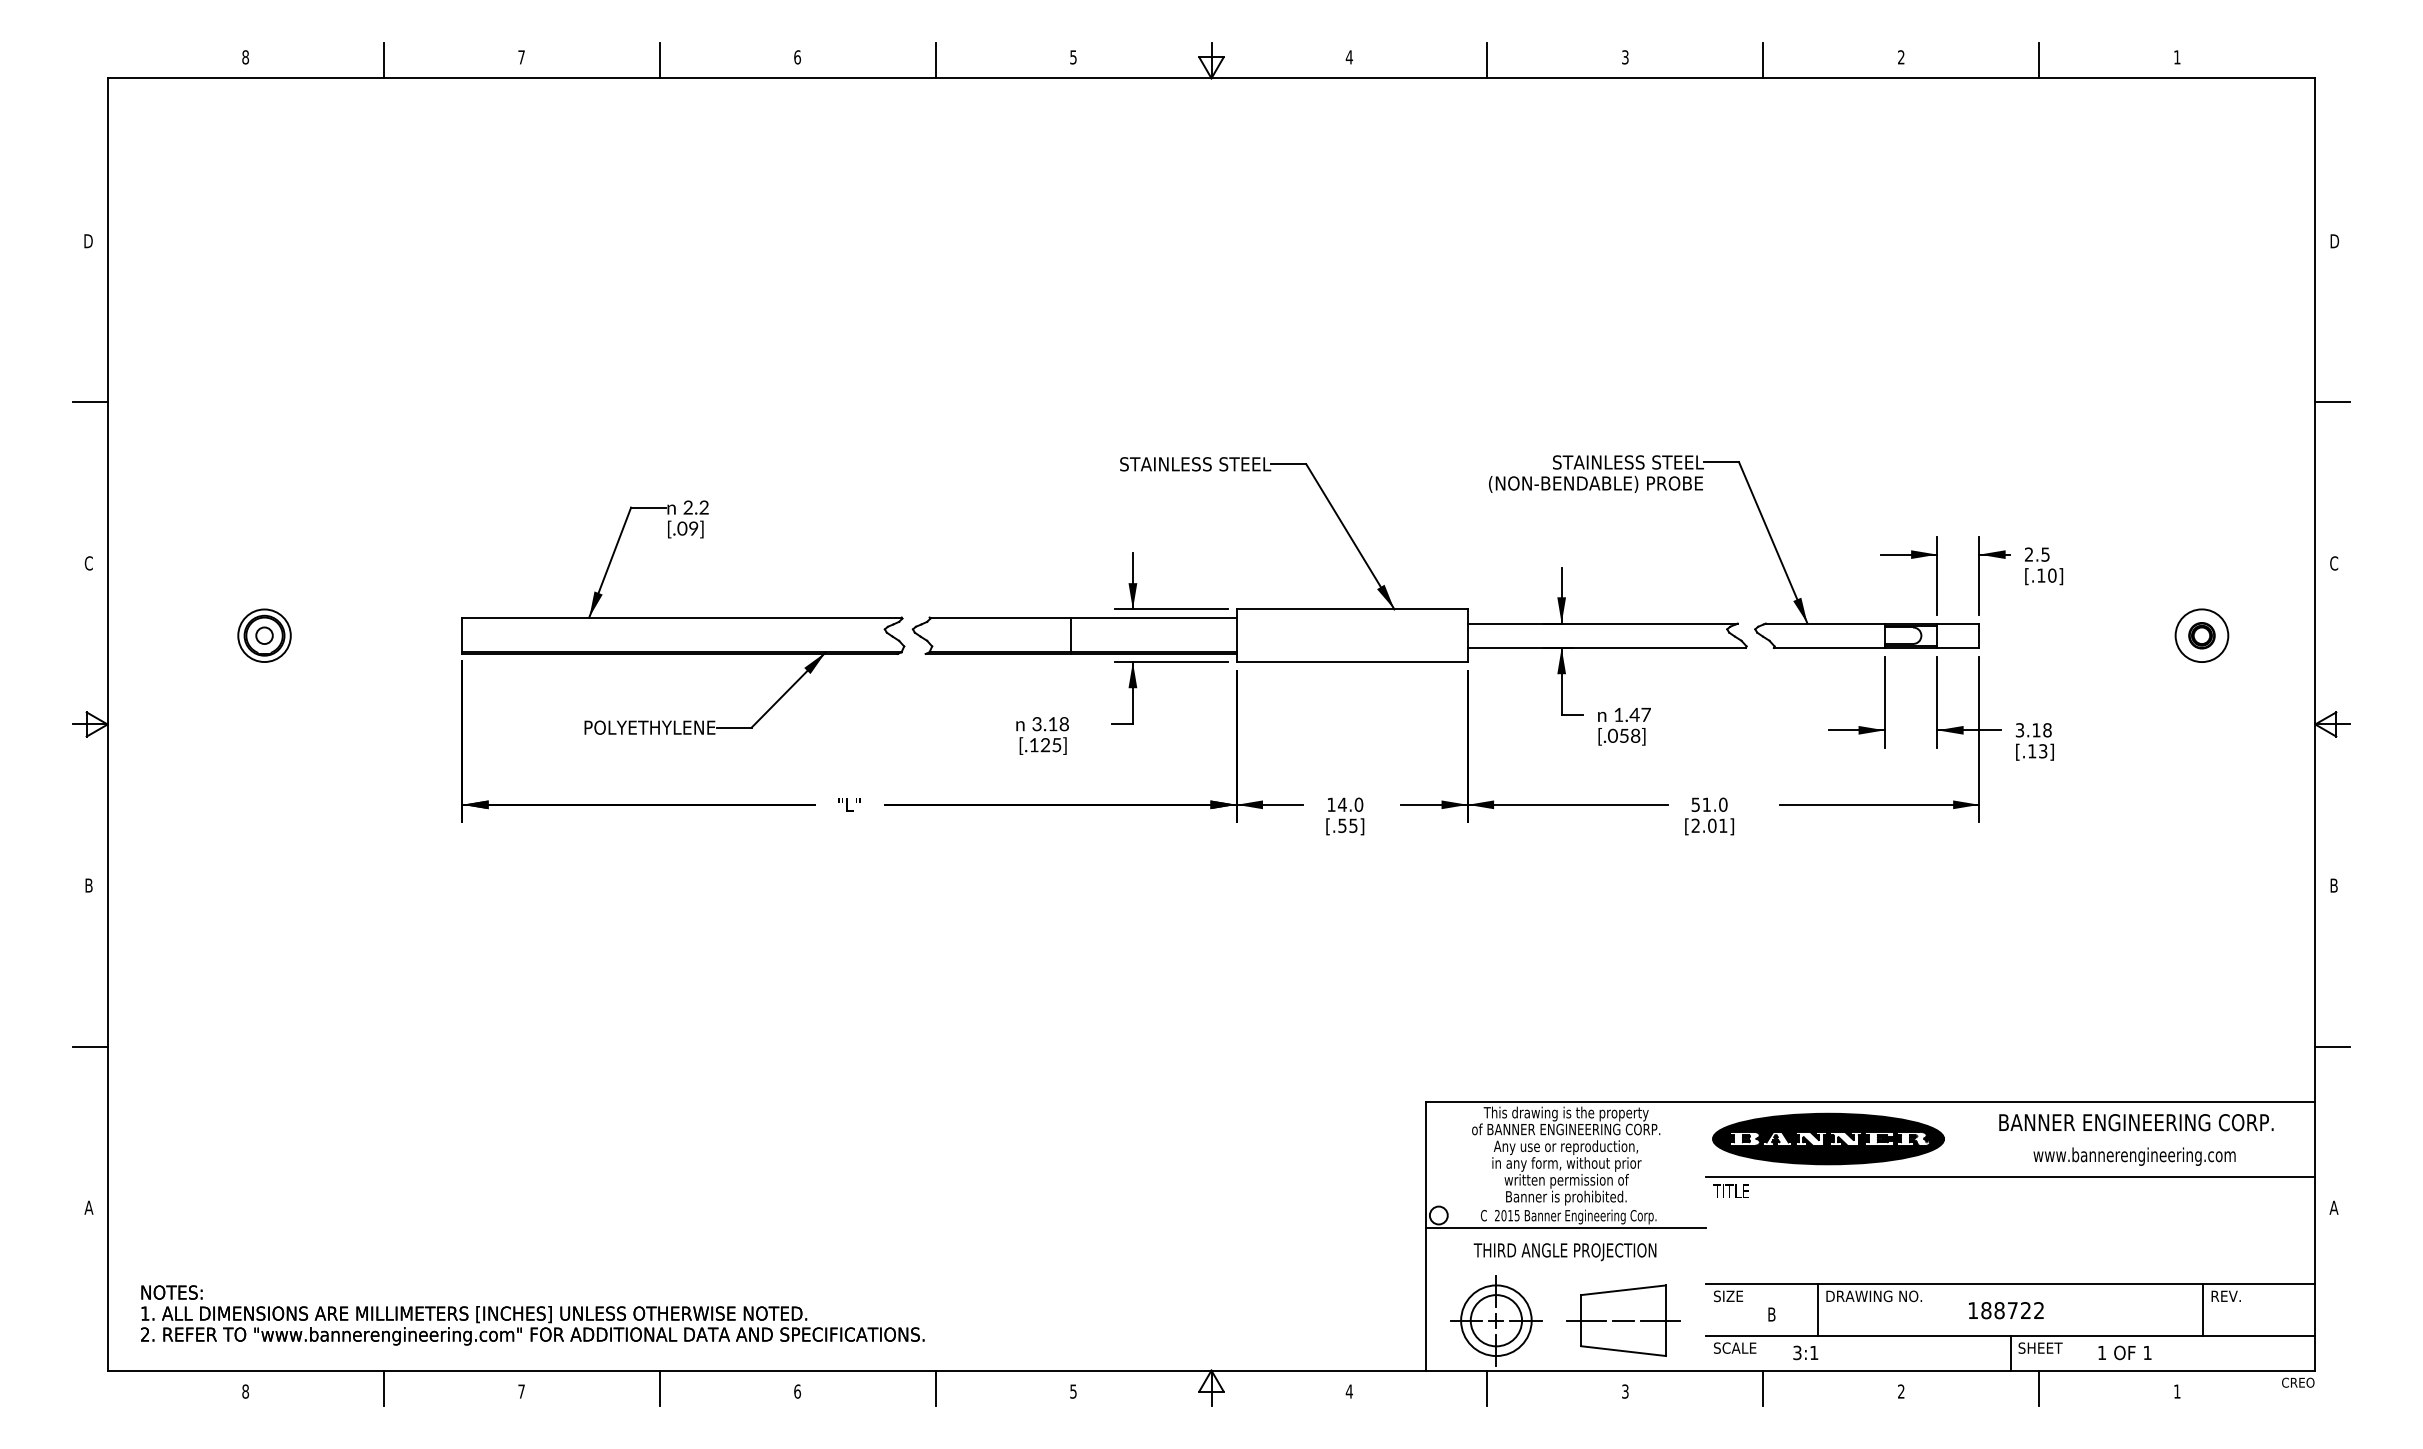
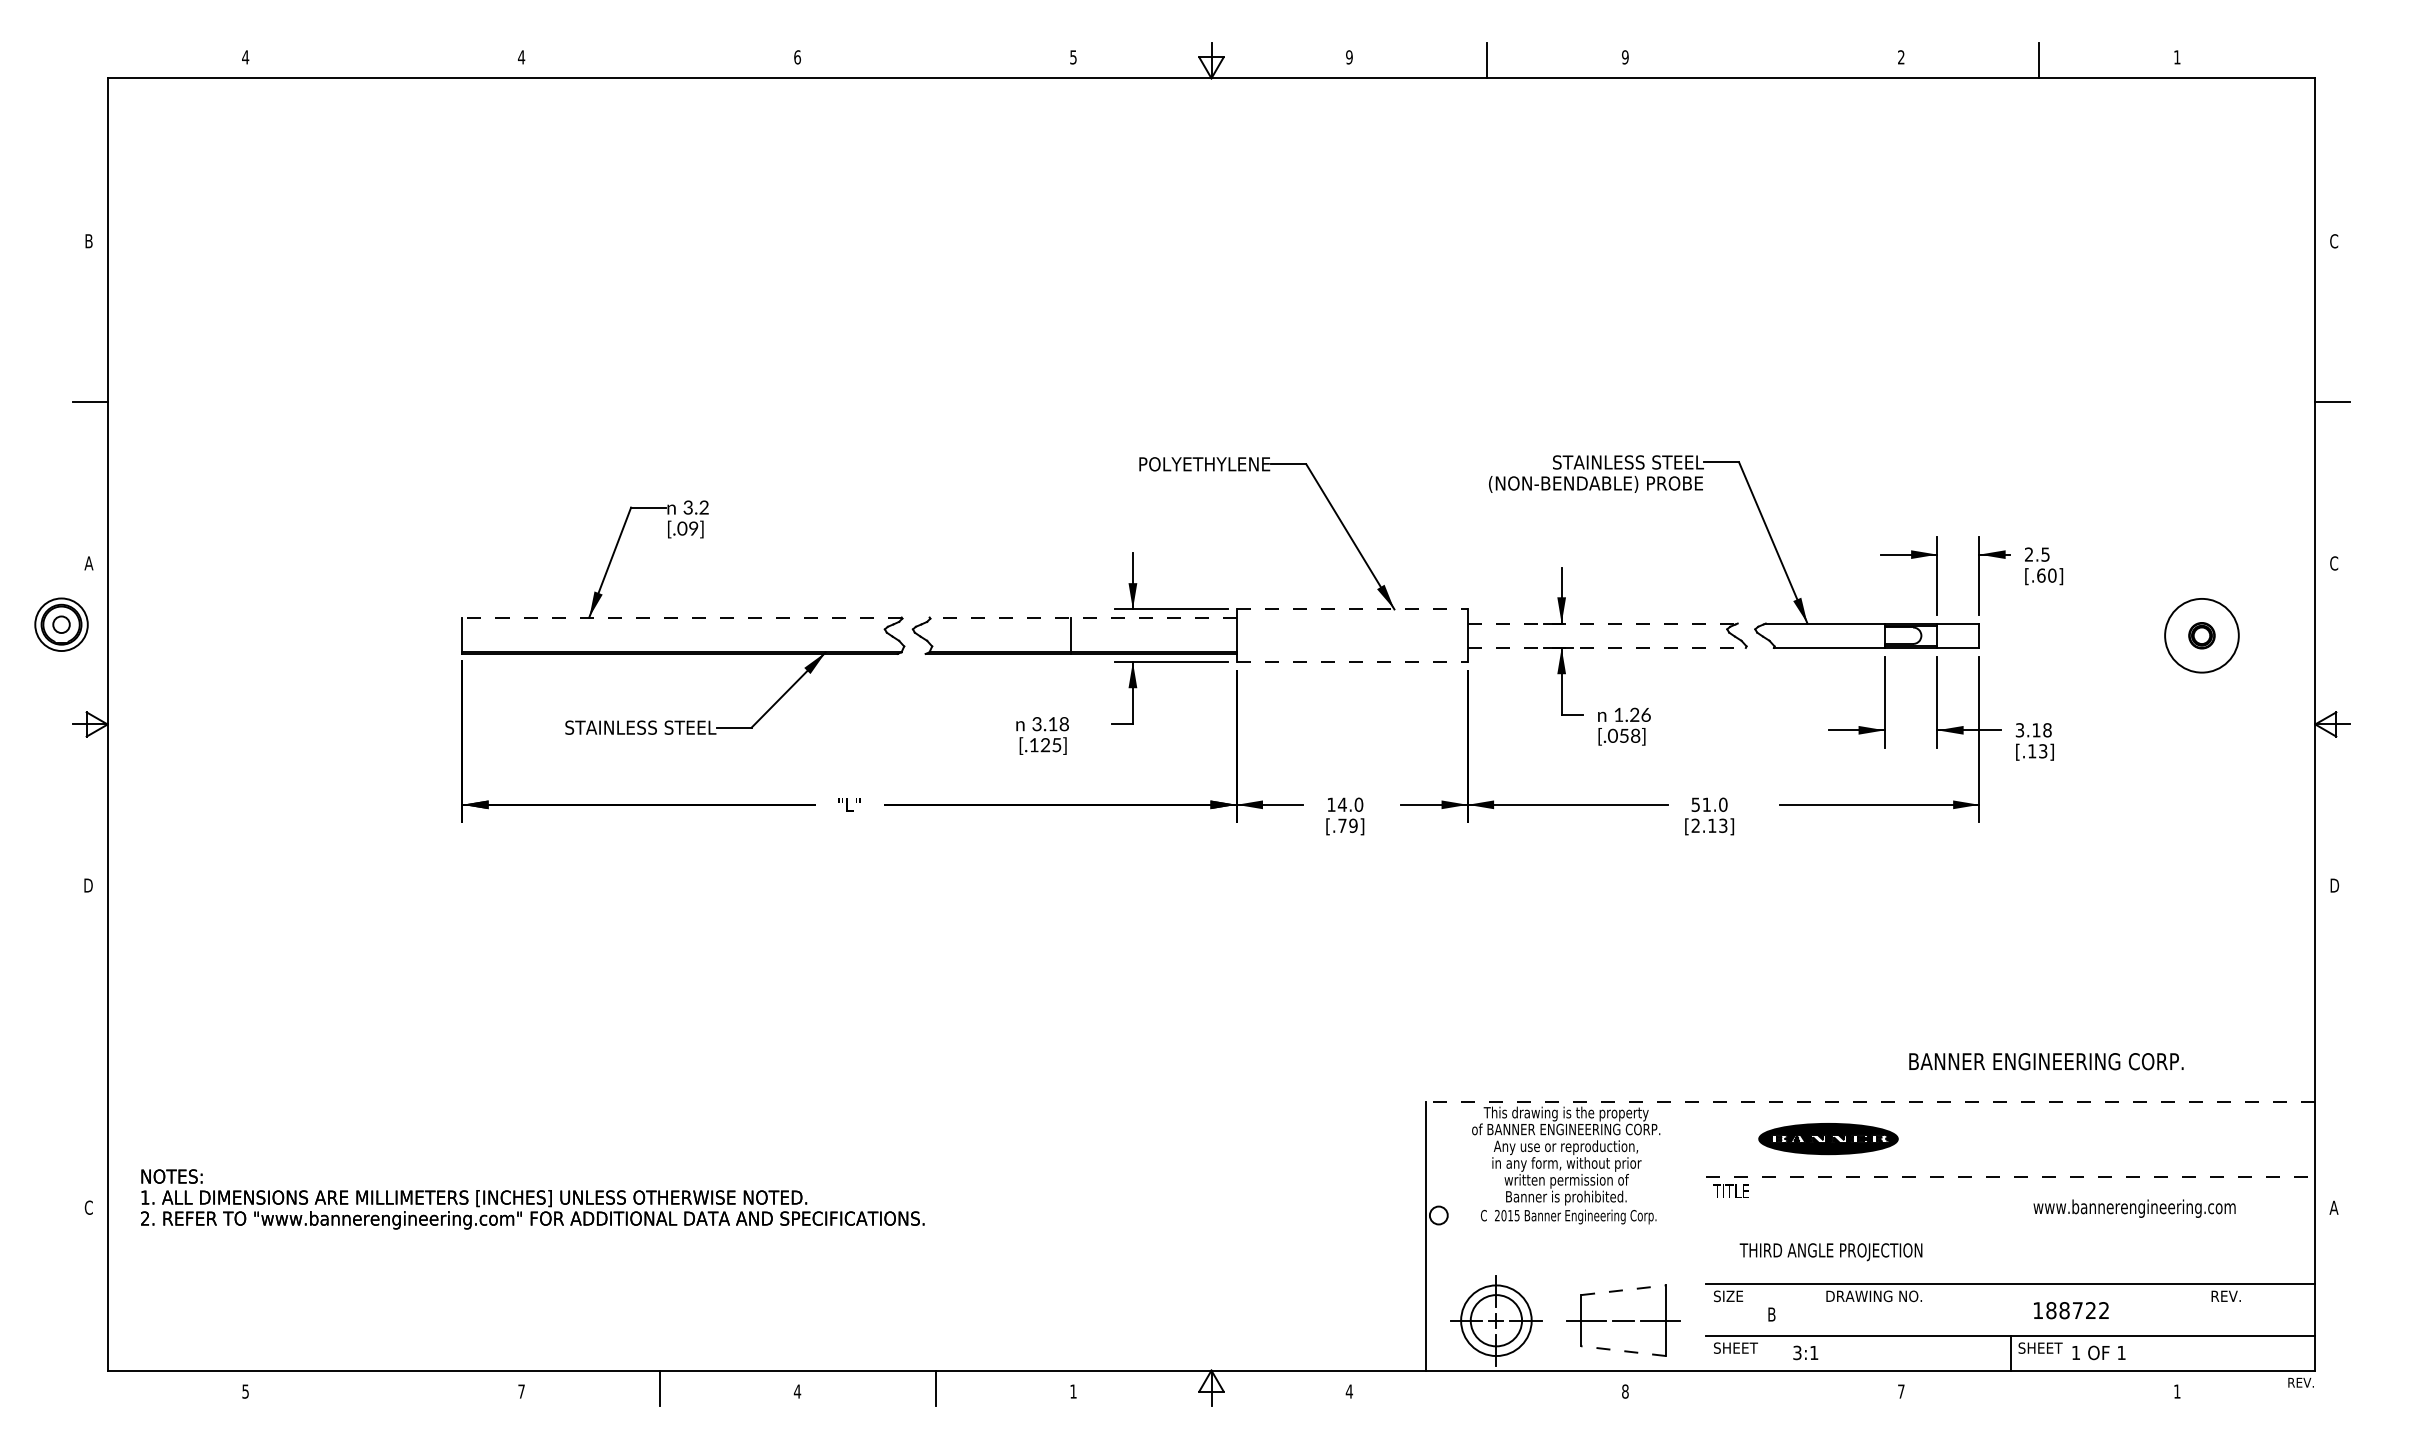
text at (245, 57): 8 -> 4
text at (521, 57): 7 -> 4
text at (1349, 57): 4 -> 9
text at (1625, 57): 3 -> 9
line at (383, 60): present -> none
line at (659, 60): present -> none
line at (935, 60): present -> none
line at (1763, 60): present -> none
text at (88, 241): D -> B
text at (2334, 241): D -> C
text at (1195, 464): STAINLESS STEEL -> POLYETHYLENE
text at (687, 509): 2.2 -> 3.2
text at (88, 563): C -> A
text at (2041, 575): [.10] -> [.60]
line at (1352, 609): solid -> dashed
line at (682, 617): solid -> dashed
line at (1083, 617): solid -> dashed
line at (1602, 623): solid -> dashed
part at (264, 635) position: (264, 635) -> (61, 624)
circle at (2201, 635) diameter: 53 px -> 74 px
line at (1607, 647): solid -> dashed
line at (1352, 661): solid -> dashed
text at (1639, 714): 1.47 -> 1.26
text at (640, 727): POLYETHYLENE -> STAINLESS STEEL
text at (1347, 825): [.55] -> [.79]
text at (1717, 825): [2.01] -> [2.13]
text at (88, 885): B -> D
text at (2335, 885): B -> D
line at (89, 1046): present -> none
line at (2332, 1046): present -> none
line at (1870, 1101): solid -> dashed
text at (2136, 1122) position: (2136, 1122) -> (2046, 1061)
part at (1828, 1138) size: 233x54 px -> 141x33 px
text at (2134, 1156) position: (2134, 1156) -> (2134, 1208)
line at (2010, 1177): solid -> dashed
text at (88, 1207): A -> C
line at (1565, 1227): present -> none
text at (1564, 1252) position: (1564, 1252) -> (1830, 1252)
line at (1623, 1290): solid -> dashed
line at (1818, 1309): present -> none
line at (2203, 1309): present -> none
text at (2006, 1310) position: (2006, 1310) -> (2071, 1310)
text at (532, 1315) position: (532, 1315) -> (532, 1199)
text at (1740, 1347): SCALE -> SHEET
line at (1623, 1351): solid -> dashed
text at (2124, 1352) position: (2124, 1352) -> (2098, 1352)
text at (2298, 1382): CREO -> REV.
line at (383, 1387): present -> none
line at (1487, 1387): present -> none
line at (1763, 1387): present -> none
line at (2039, 1387): present -> none
text at (245, 1391): 8 -> 5
text at (797, 1391): 6 -> 4
text at (1073, 1391): 5 -> 1
text at (1625, 1391): 3 -> 8
text at (1901, 1391): 2 -> 7
